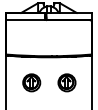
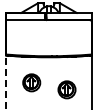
line at (5, 82): solid -> dashed
part at (66, 82) position: (66, 82) -> (66, 89)
